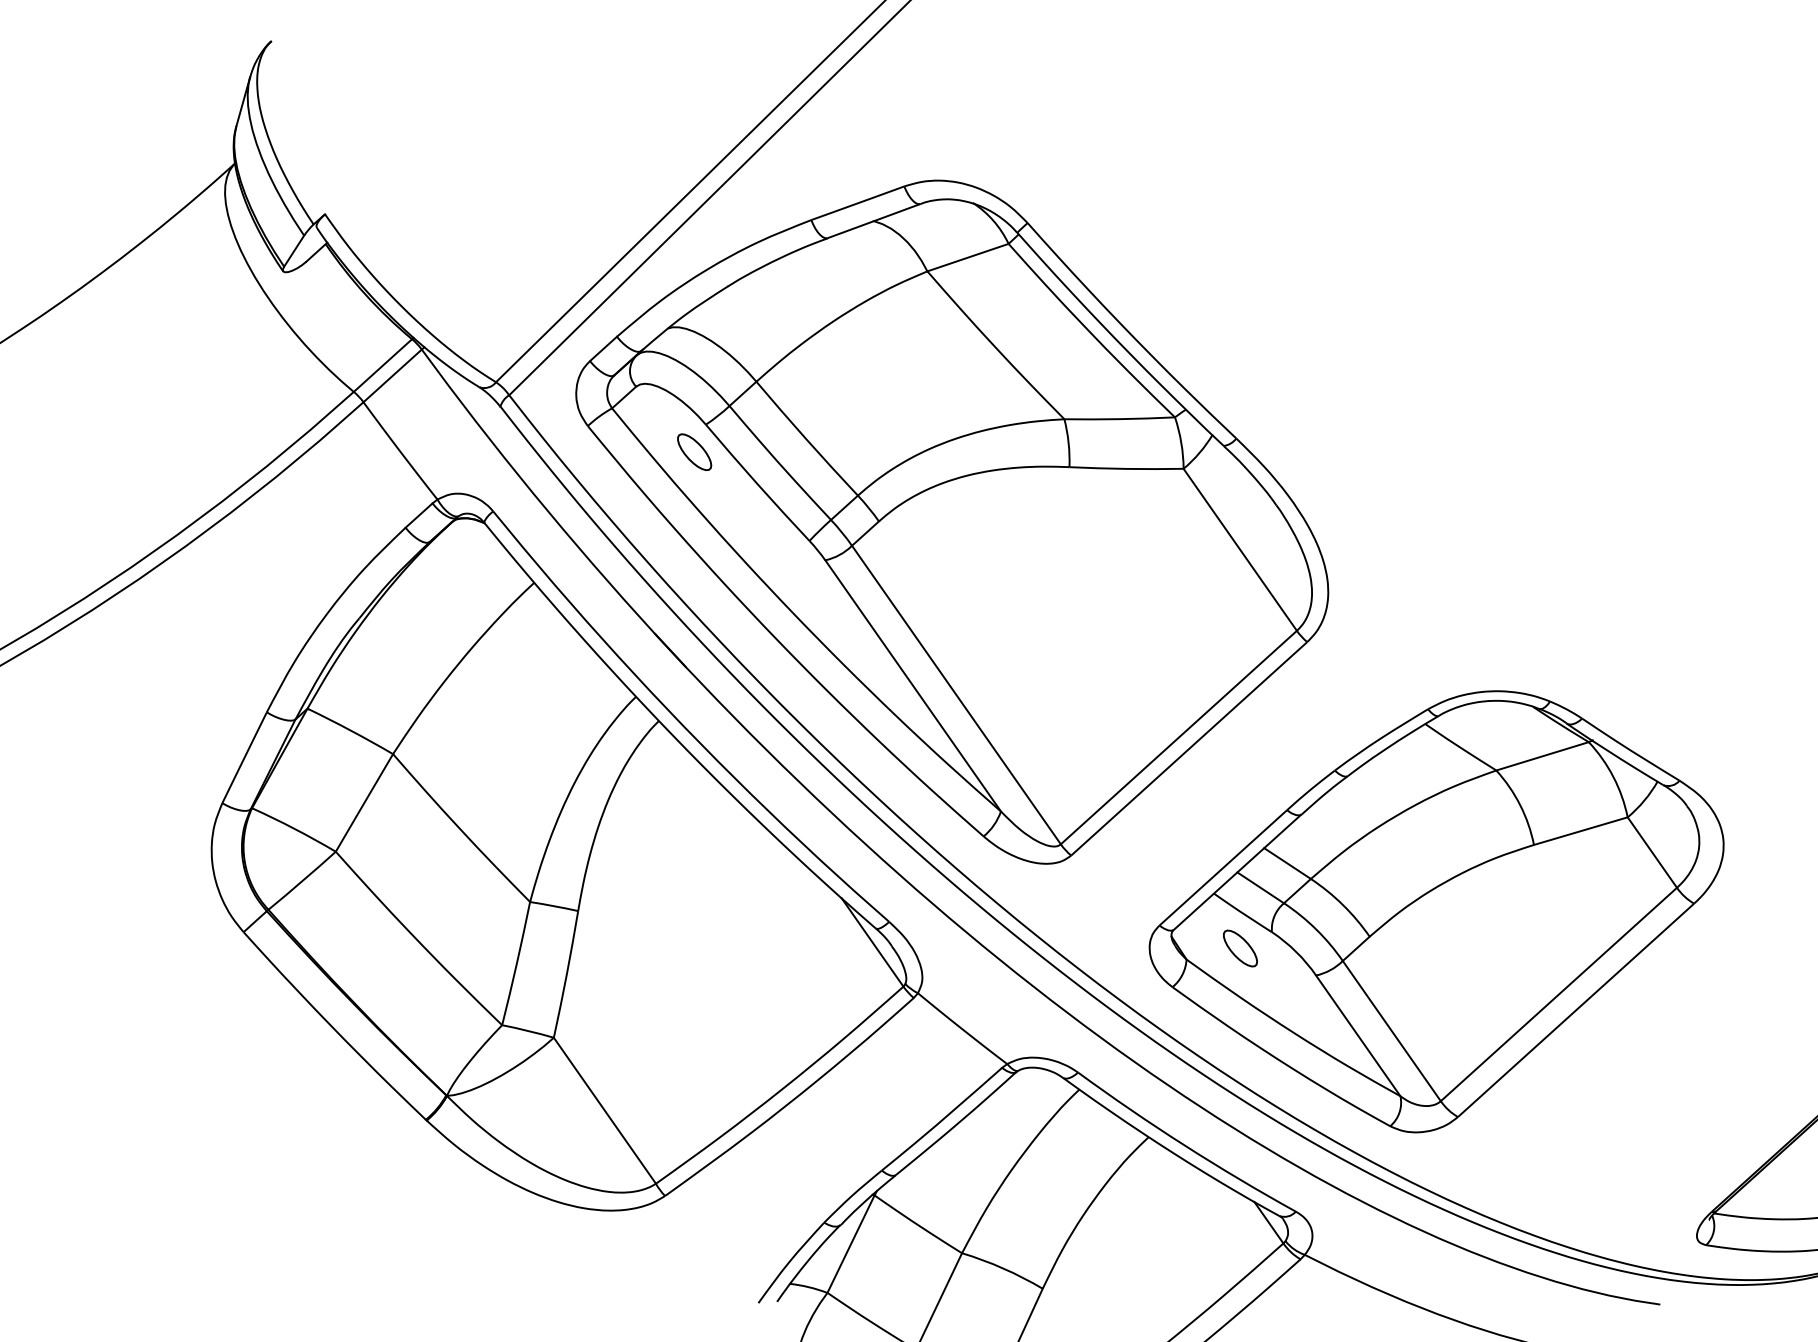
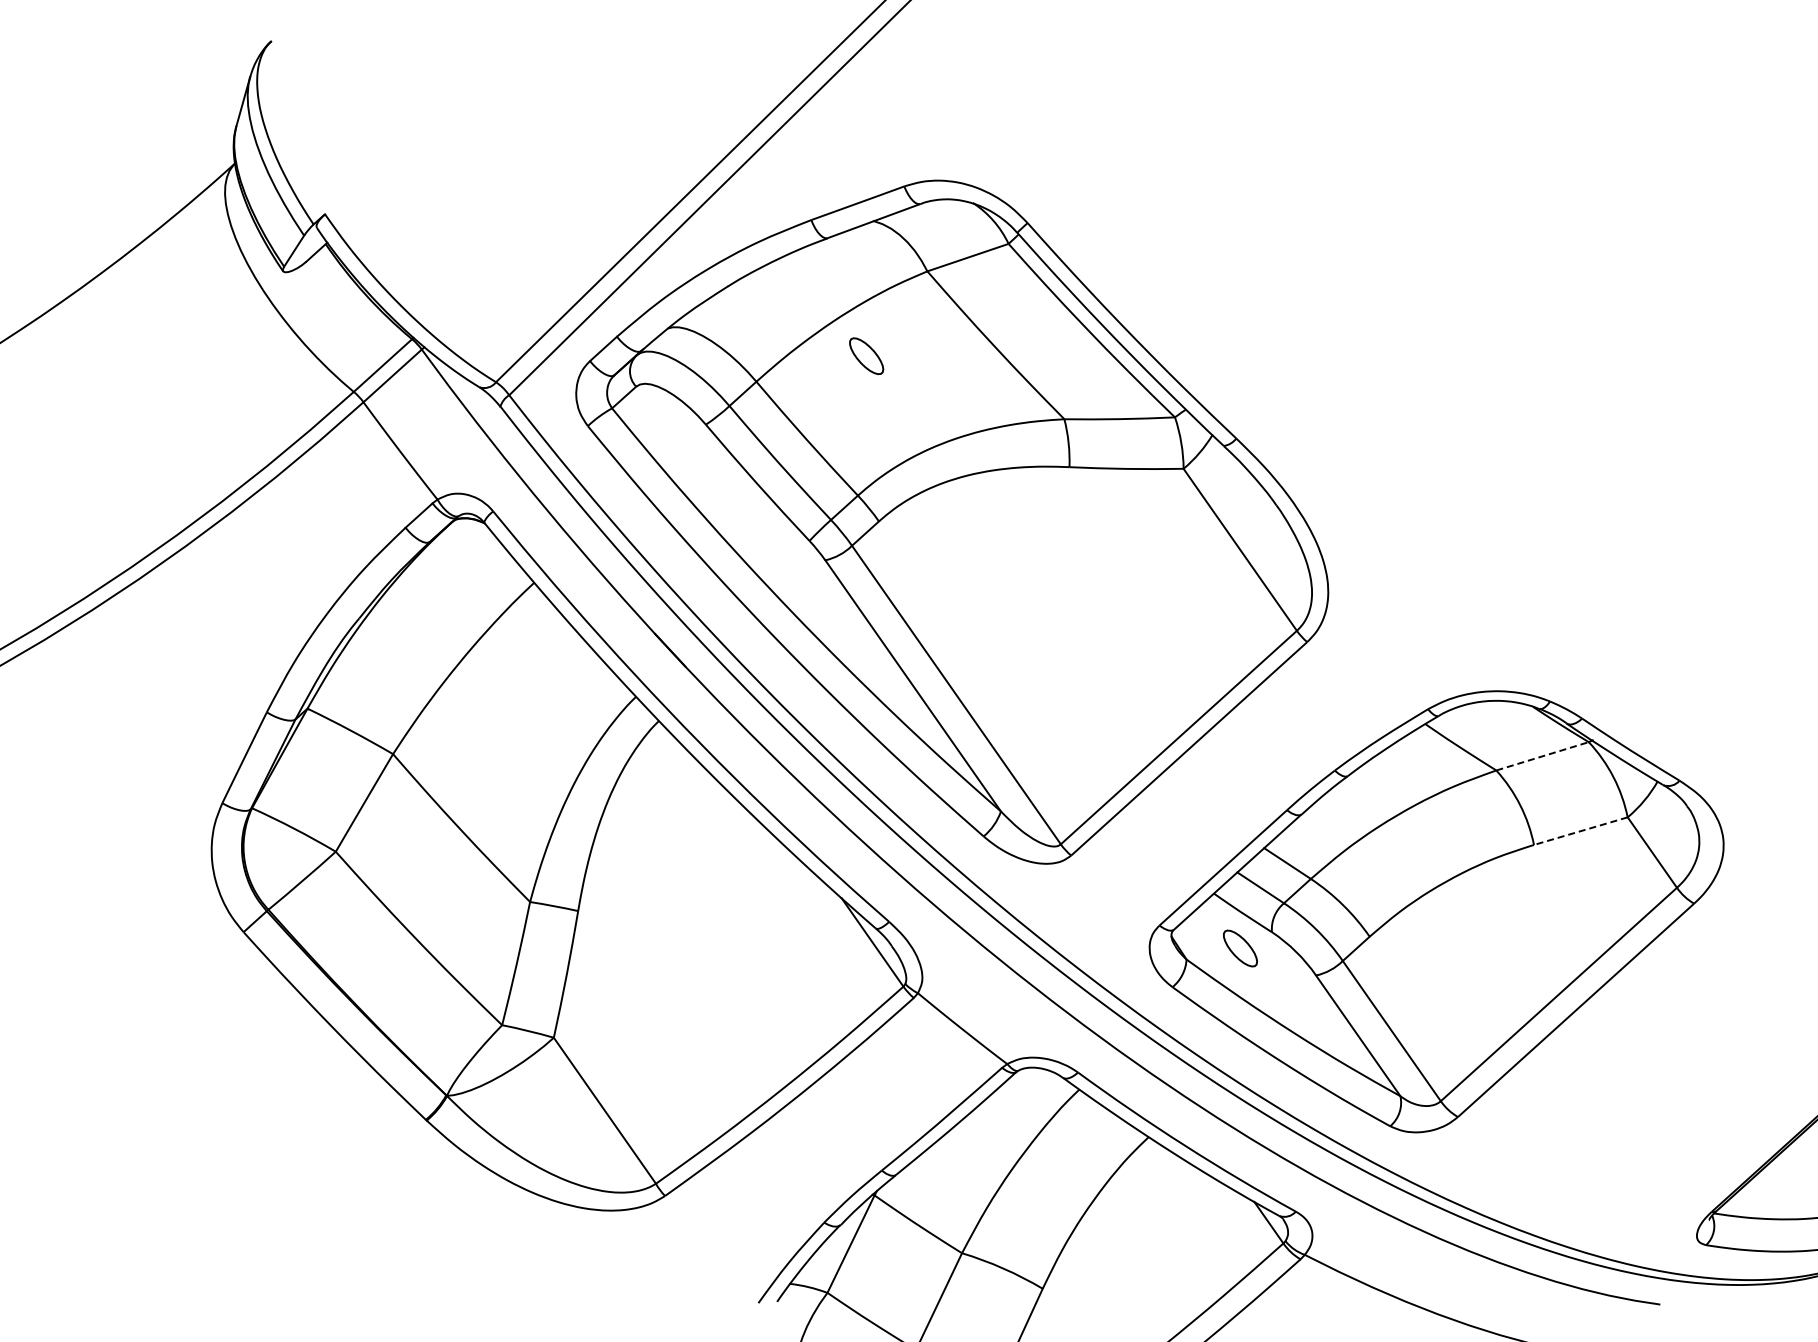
part at (694, 452) position: (694, 452) -> (866, 356)
line at (1543, 756): solid -> dashed
line at (1580, 831): solid -> dashed
